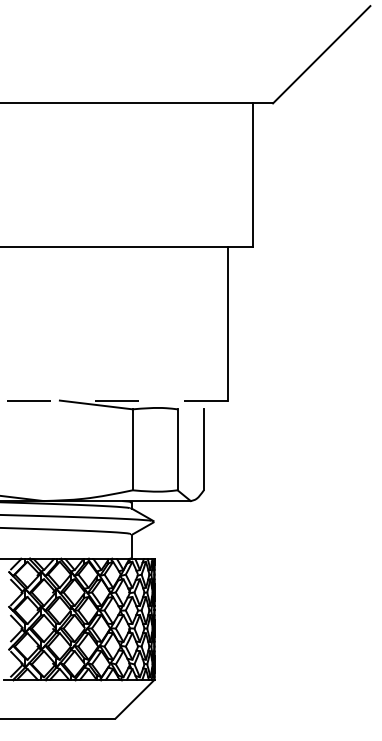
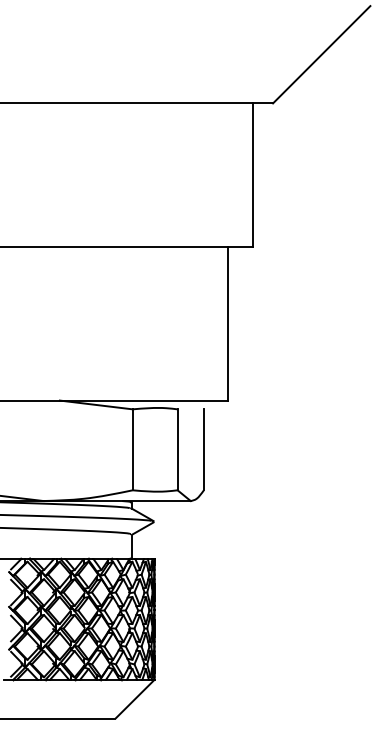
line at (114, 400): dashed -> solid
